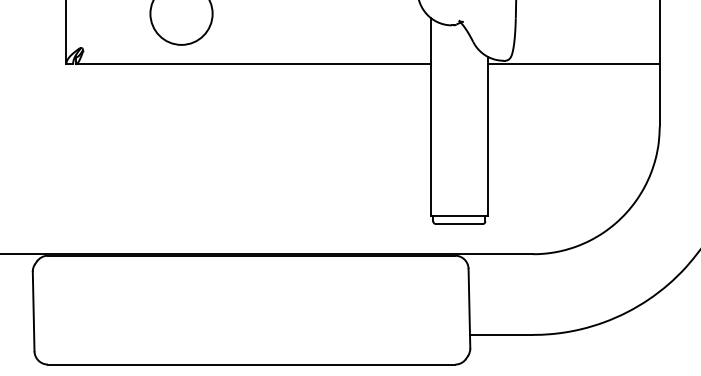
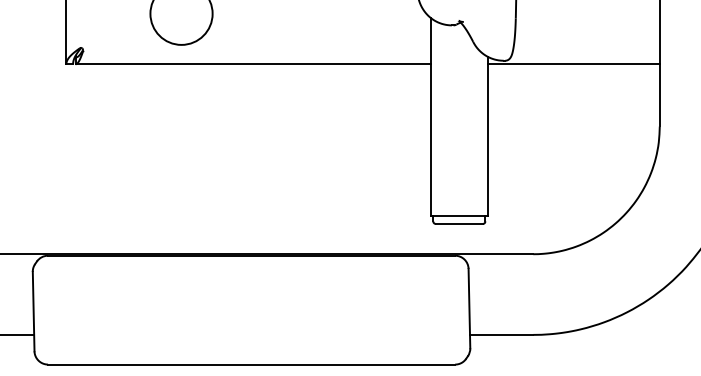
line at (18, 334): none -> present
